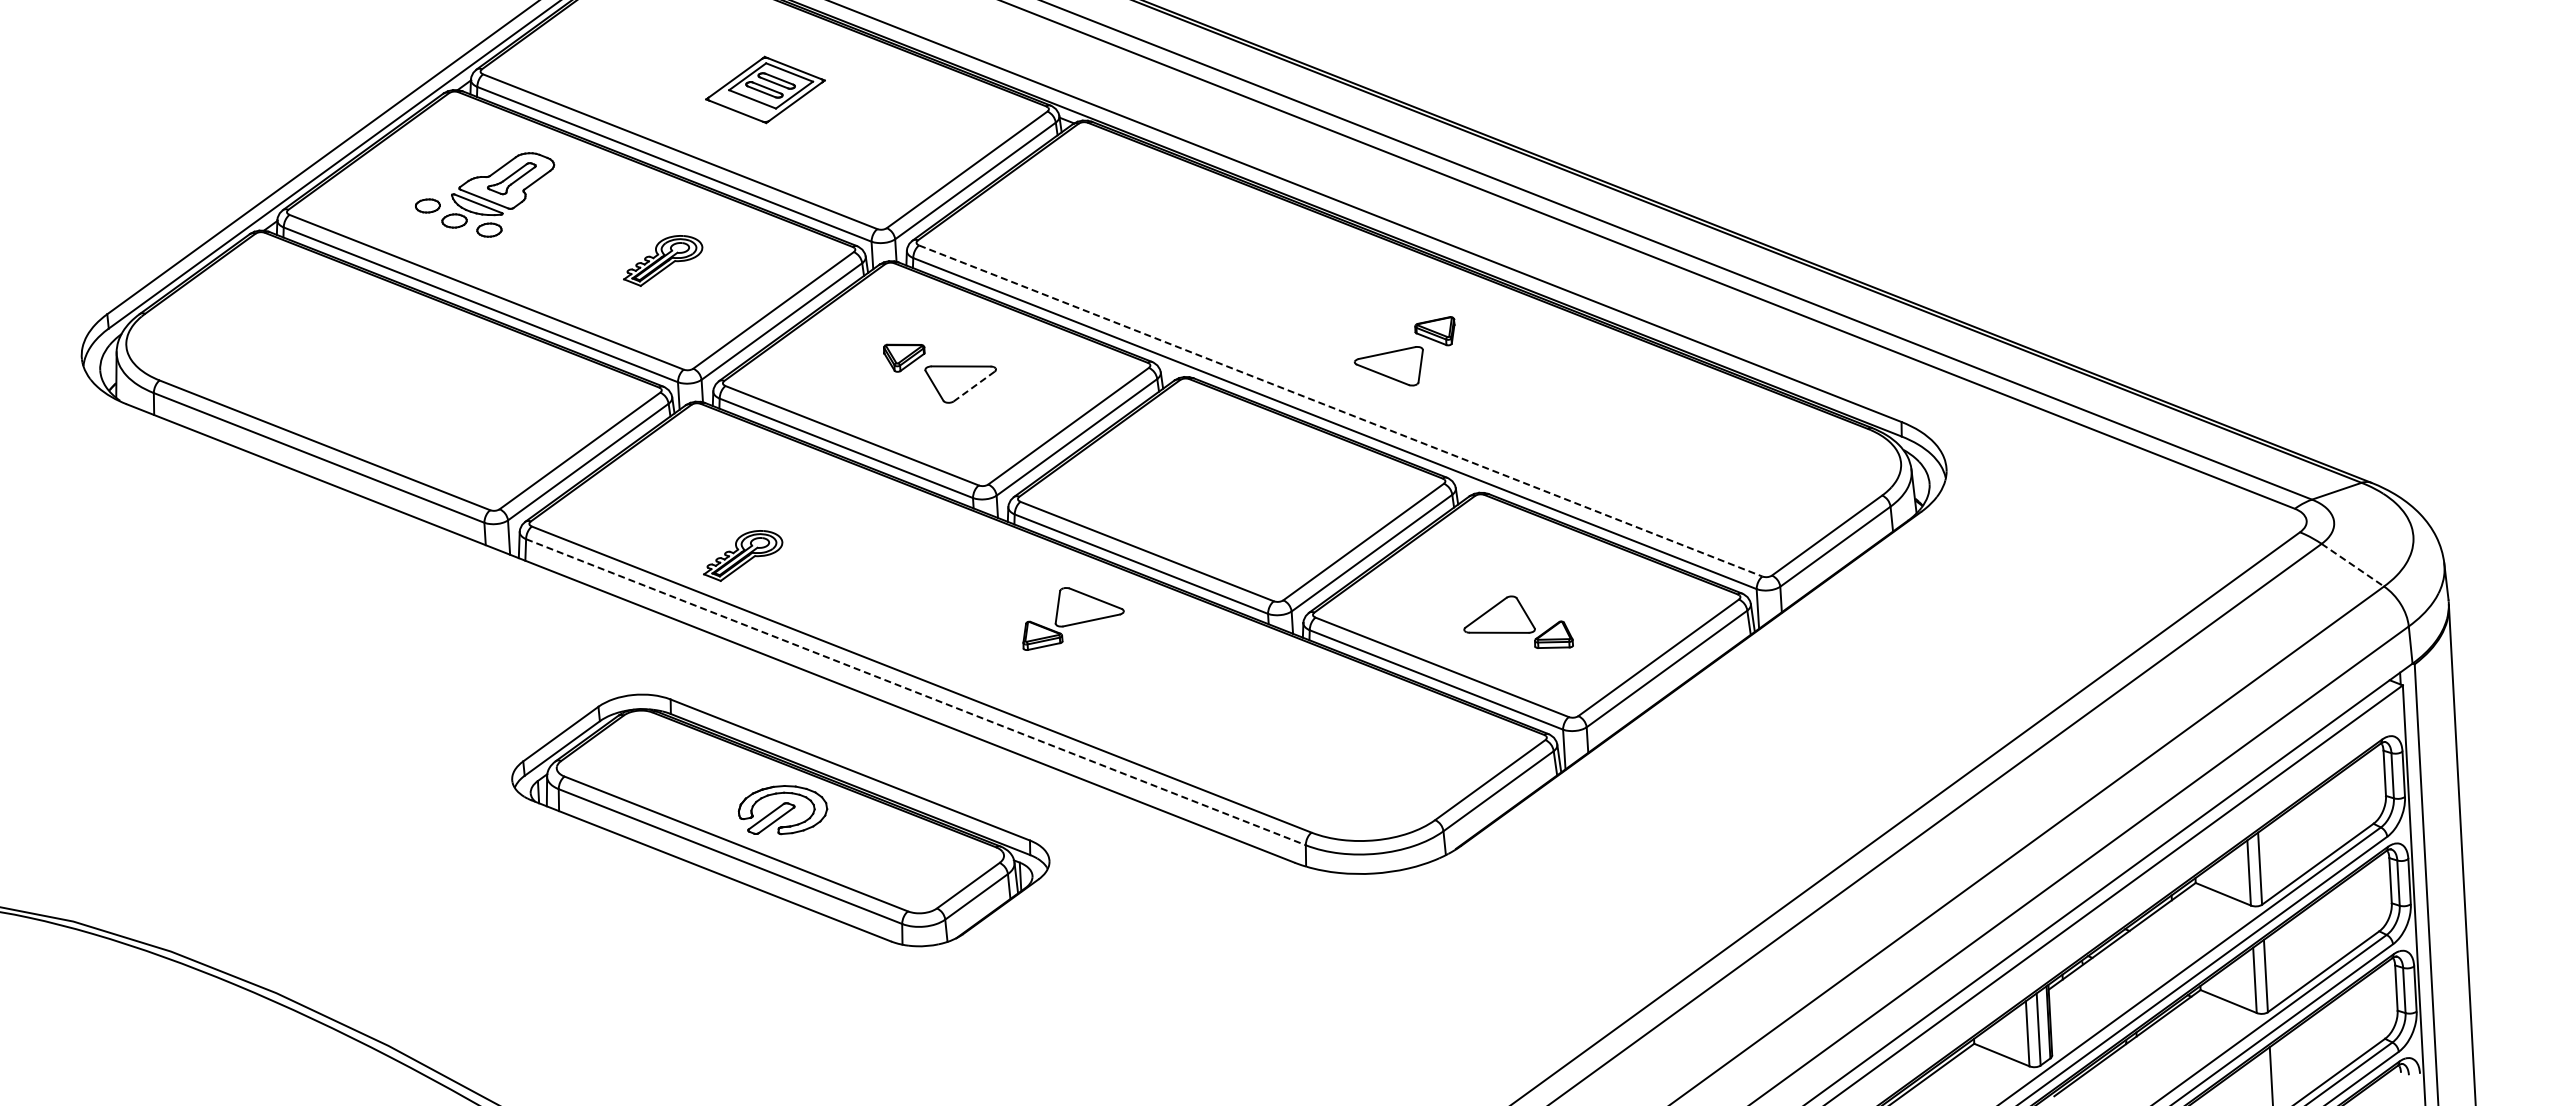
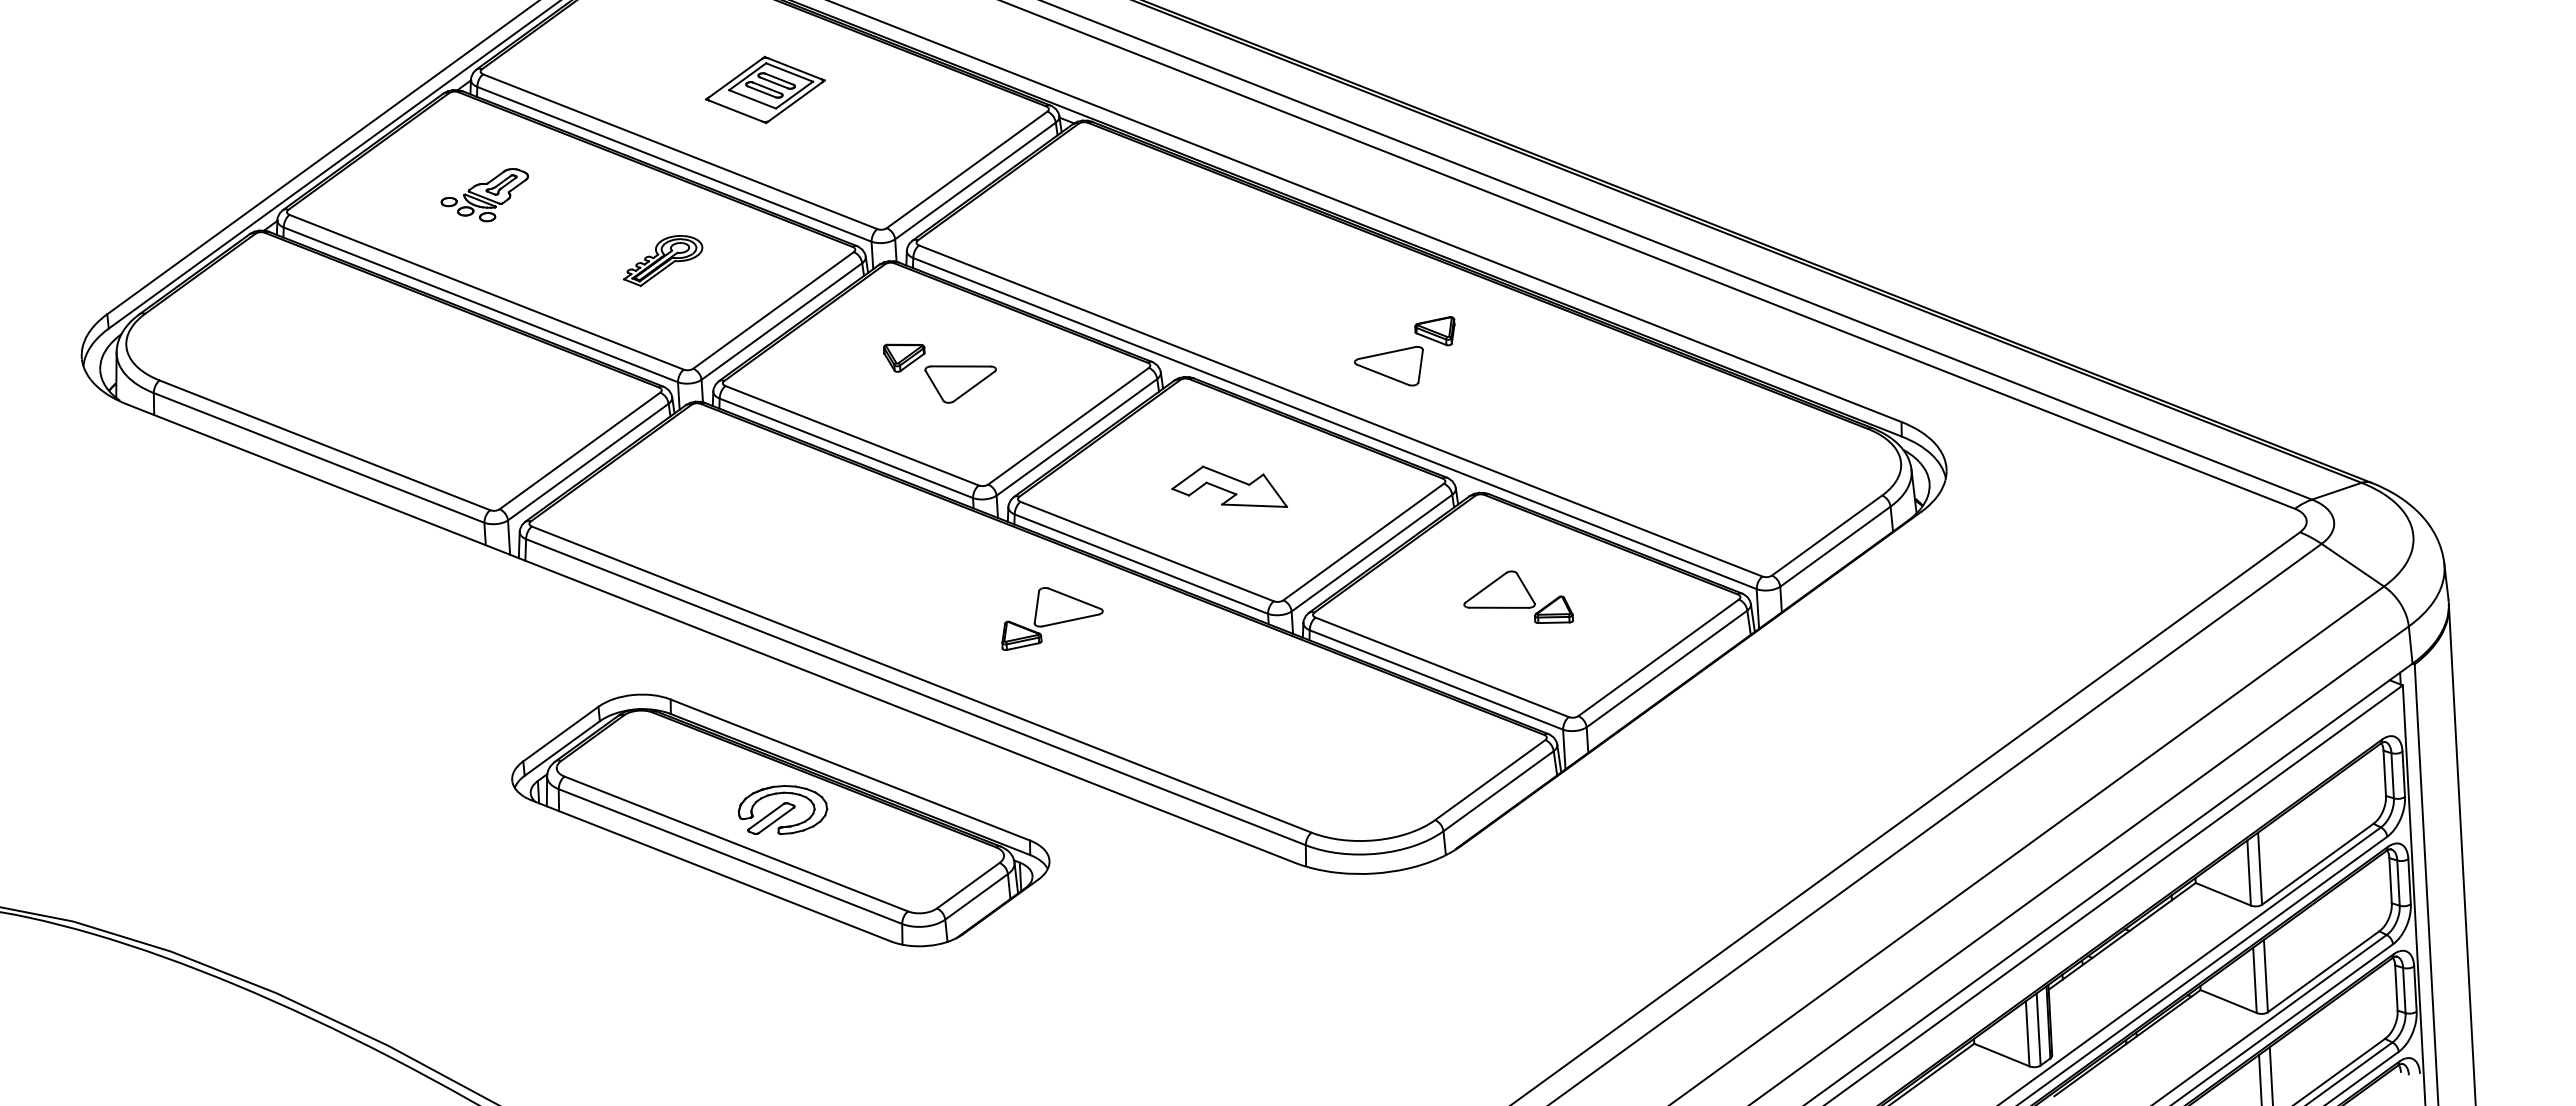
part at (485, 194) size: 141x86 px -> 89x55 px
line at (973, 386): dashed -> solid
line at (1341, 411): dashed -> solid
part at (1229, 486): none -> present
part at (743, 555): present -> none
line at (2352, 565): dashed -> solid
part at (1073, 618) position: (1073, 618) -> (1052, 618)
part at (1518, 621) position: (1518, 621) -> (1518, 596)
line at (915, 692): dashed -> solid
line at (2260, 1078): none -> present
